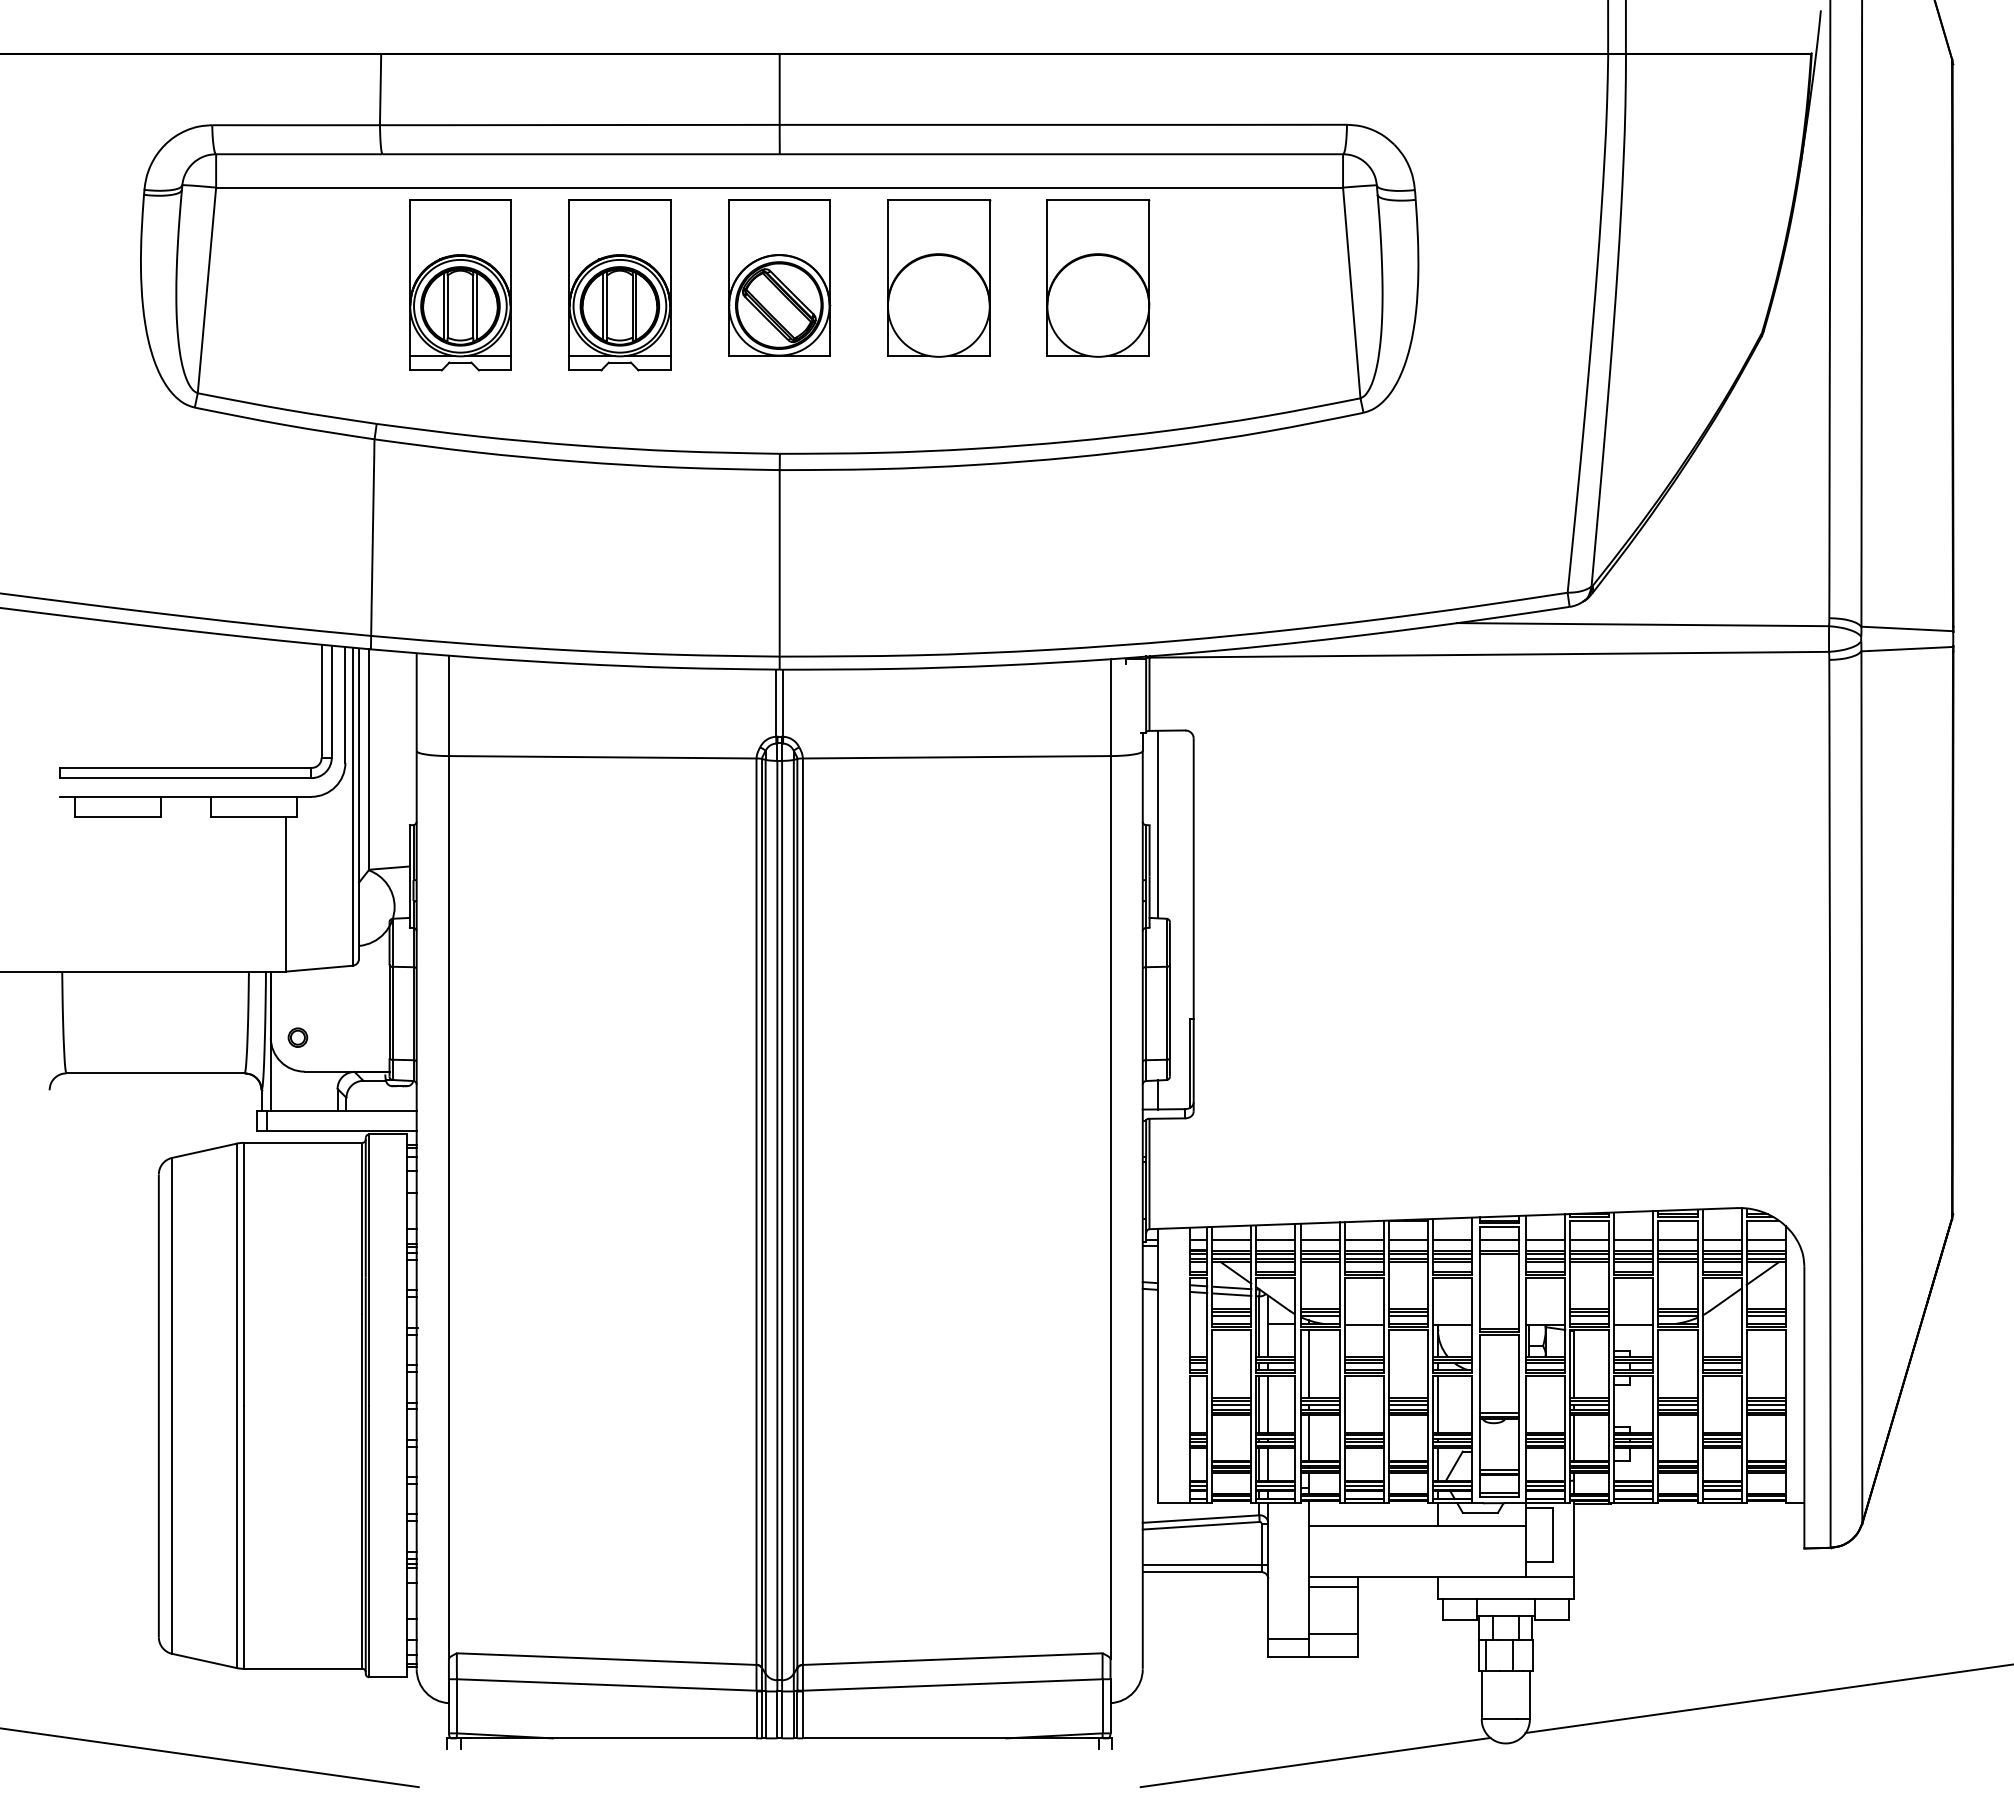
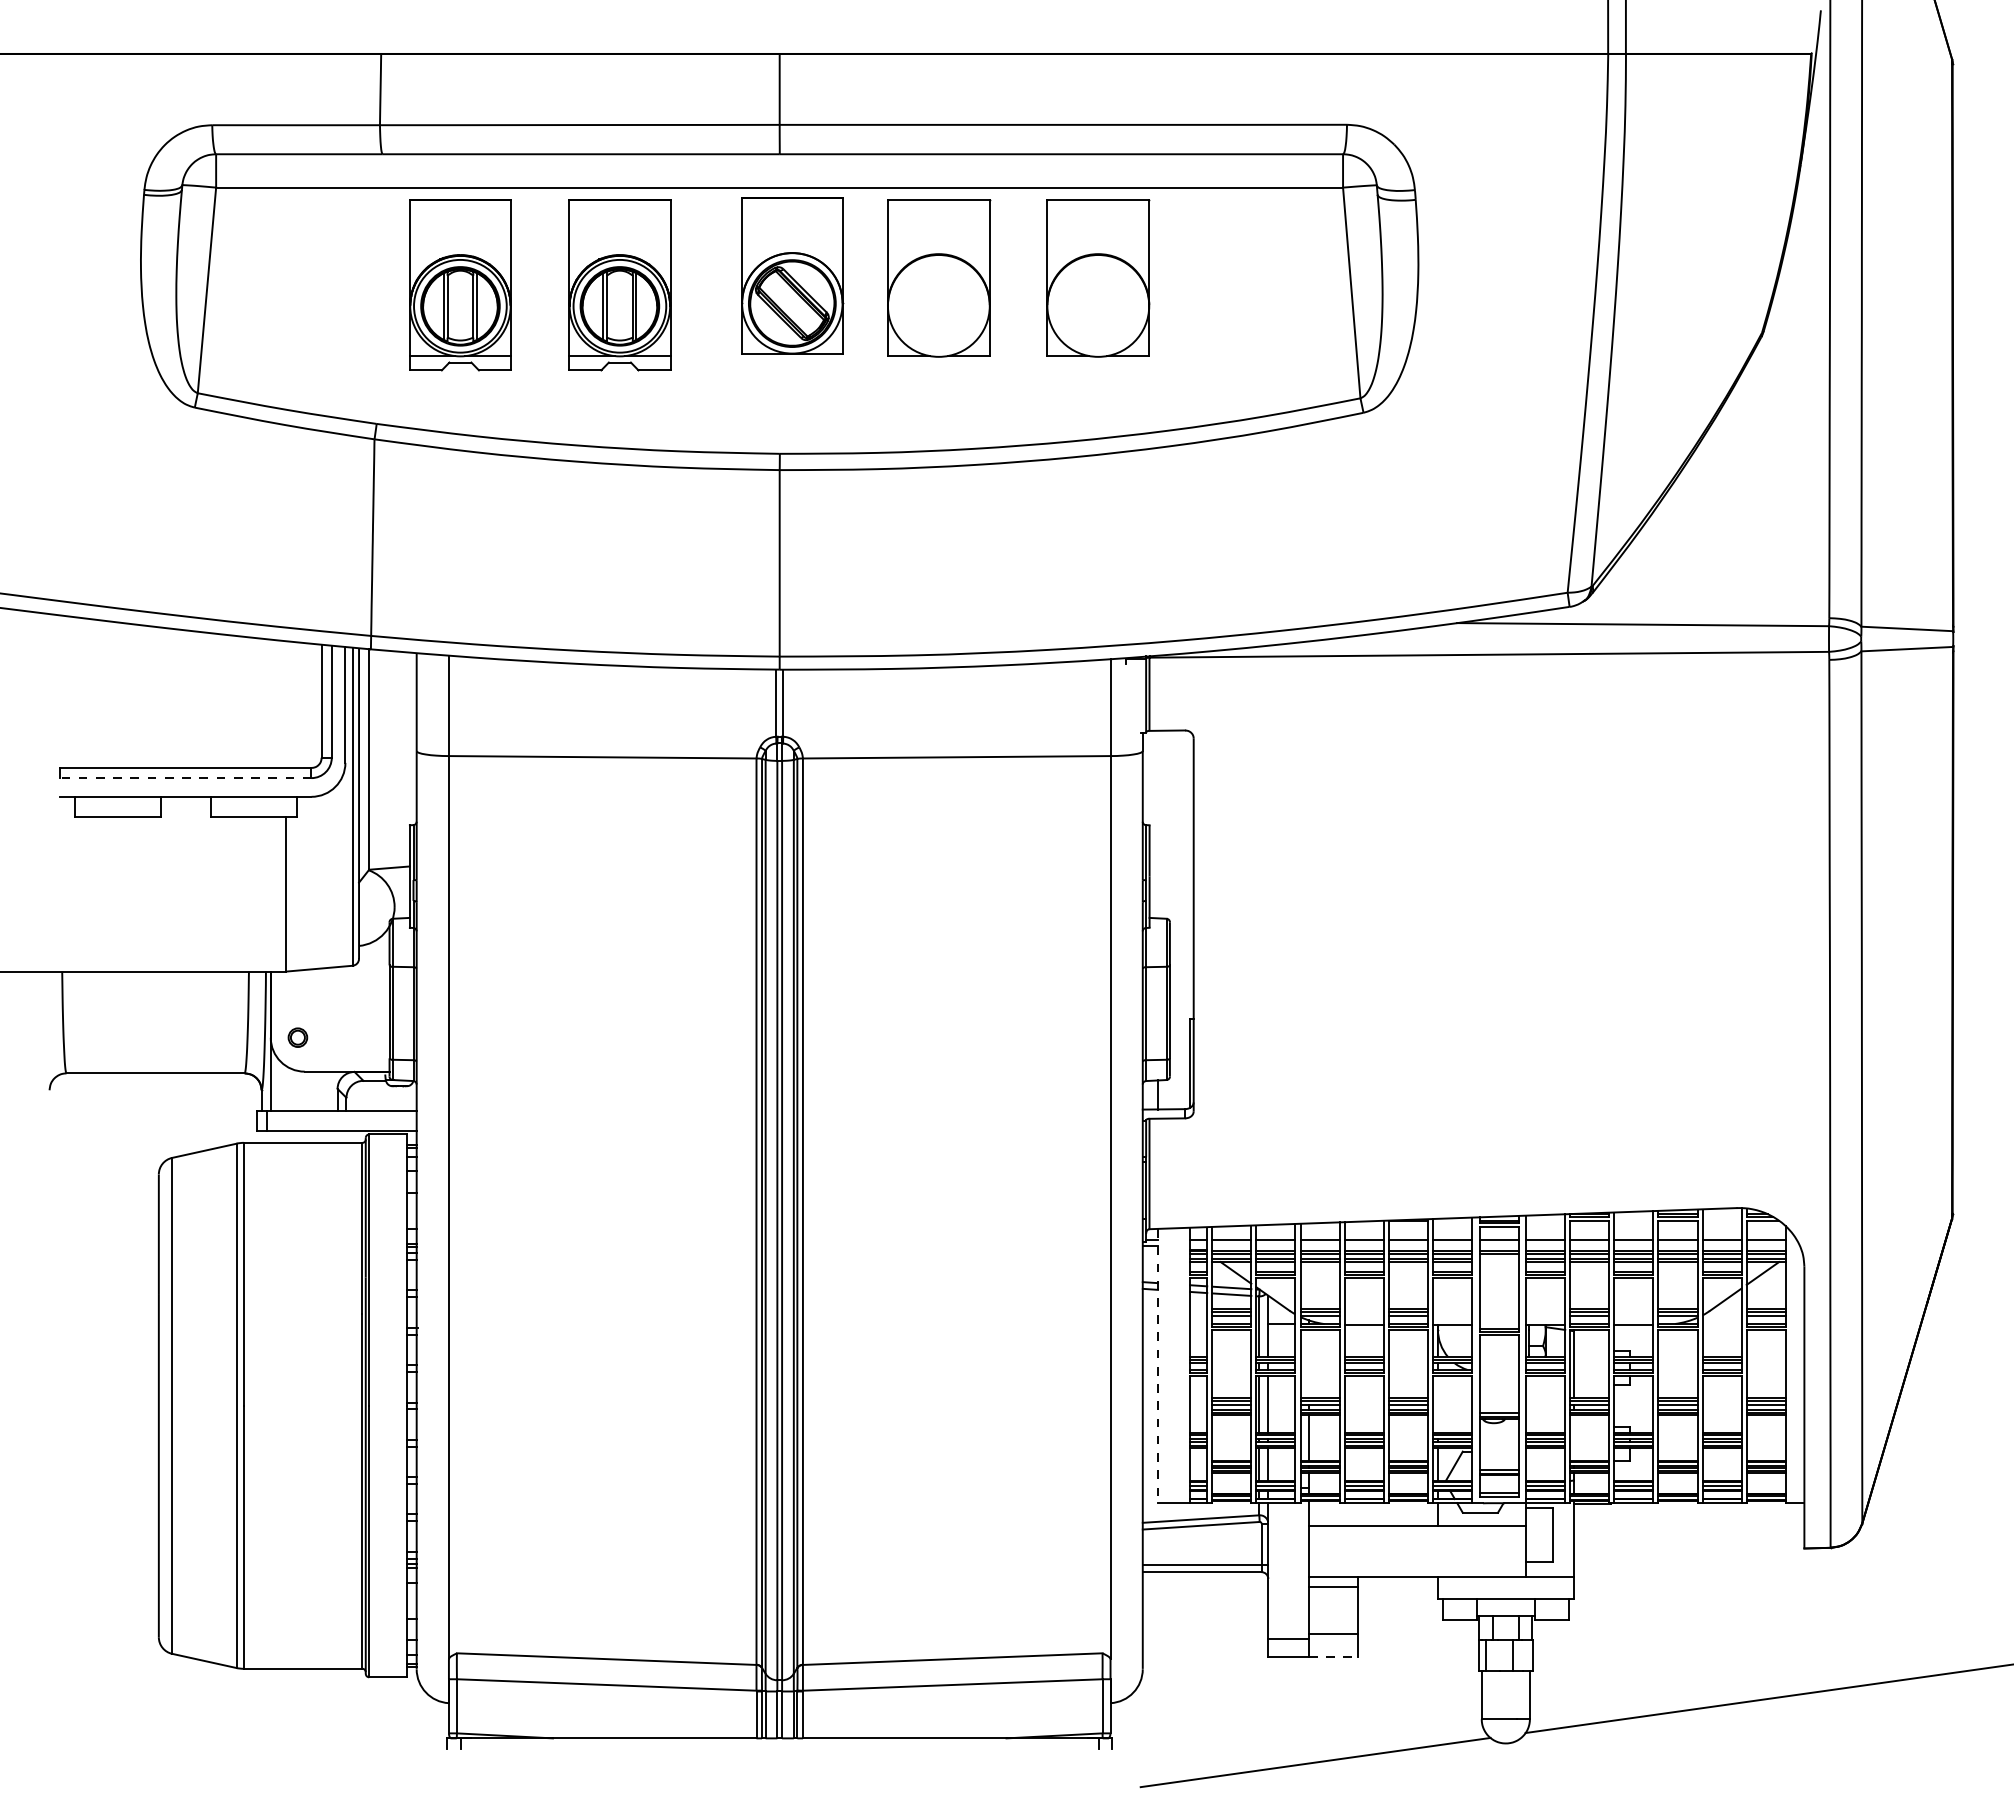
part at (779, 277) position: (779, 277) -> (792, 275)
line at (185, 778): solid -> dashed
line at (1158, 824): present -> none
line at (1309, 1364): present -> none
line at (1158, 1366): solid -> dashed
line at (1437, 1404): present -> none
line at (1573, 1437): present -> none
line at (1333, 1656): solid -> dashed
line at (210, 1757): present -> none
